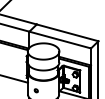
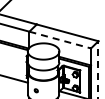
line at (60, 40): solid -> dashed
line at (98, 69): solid -> dashed
